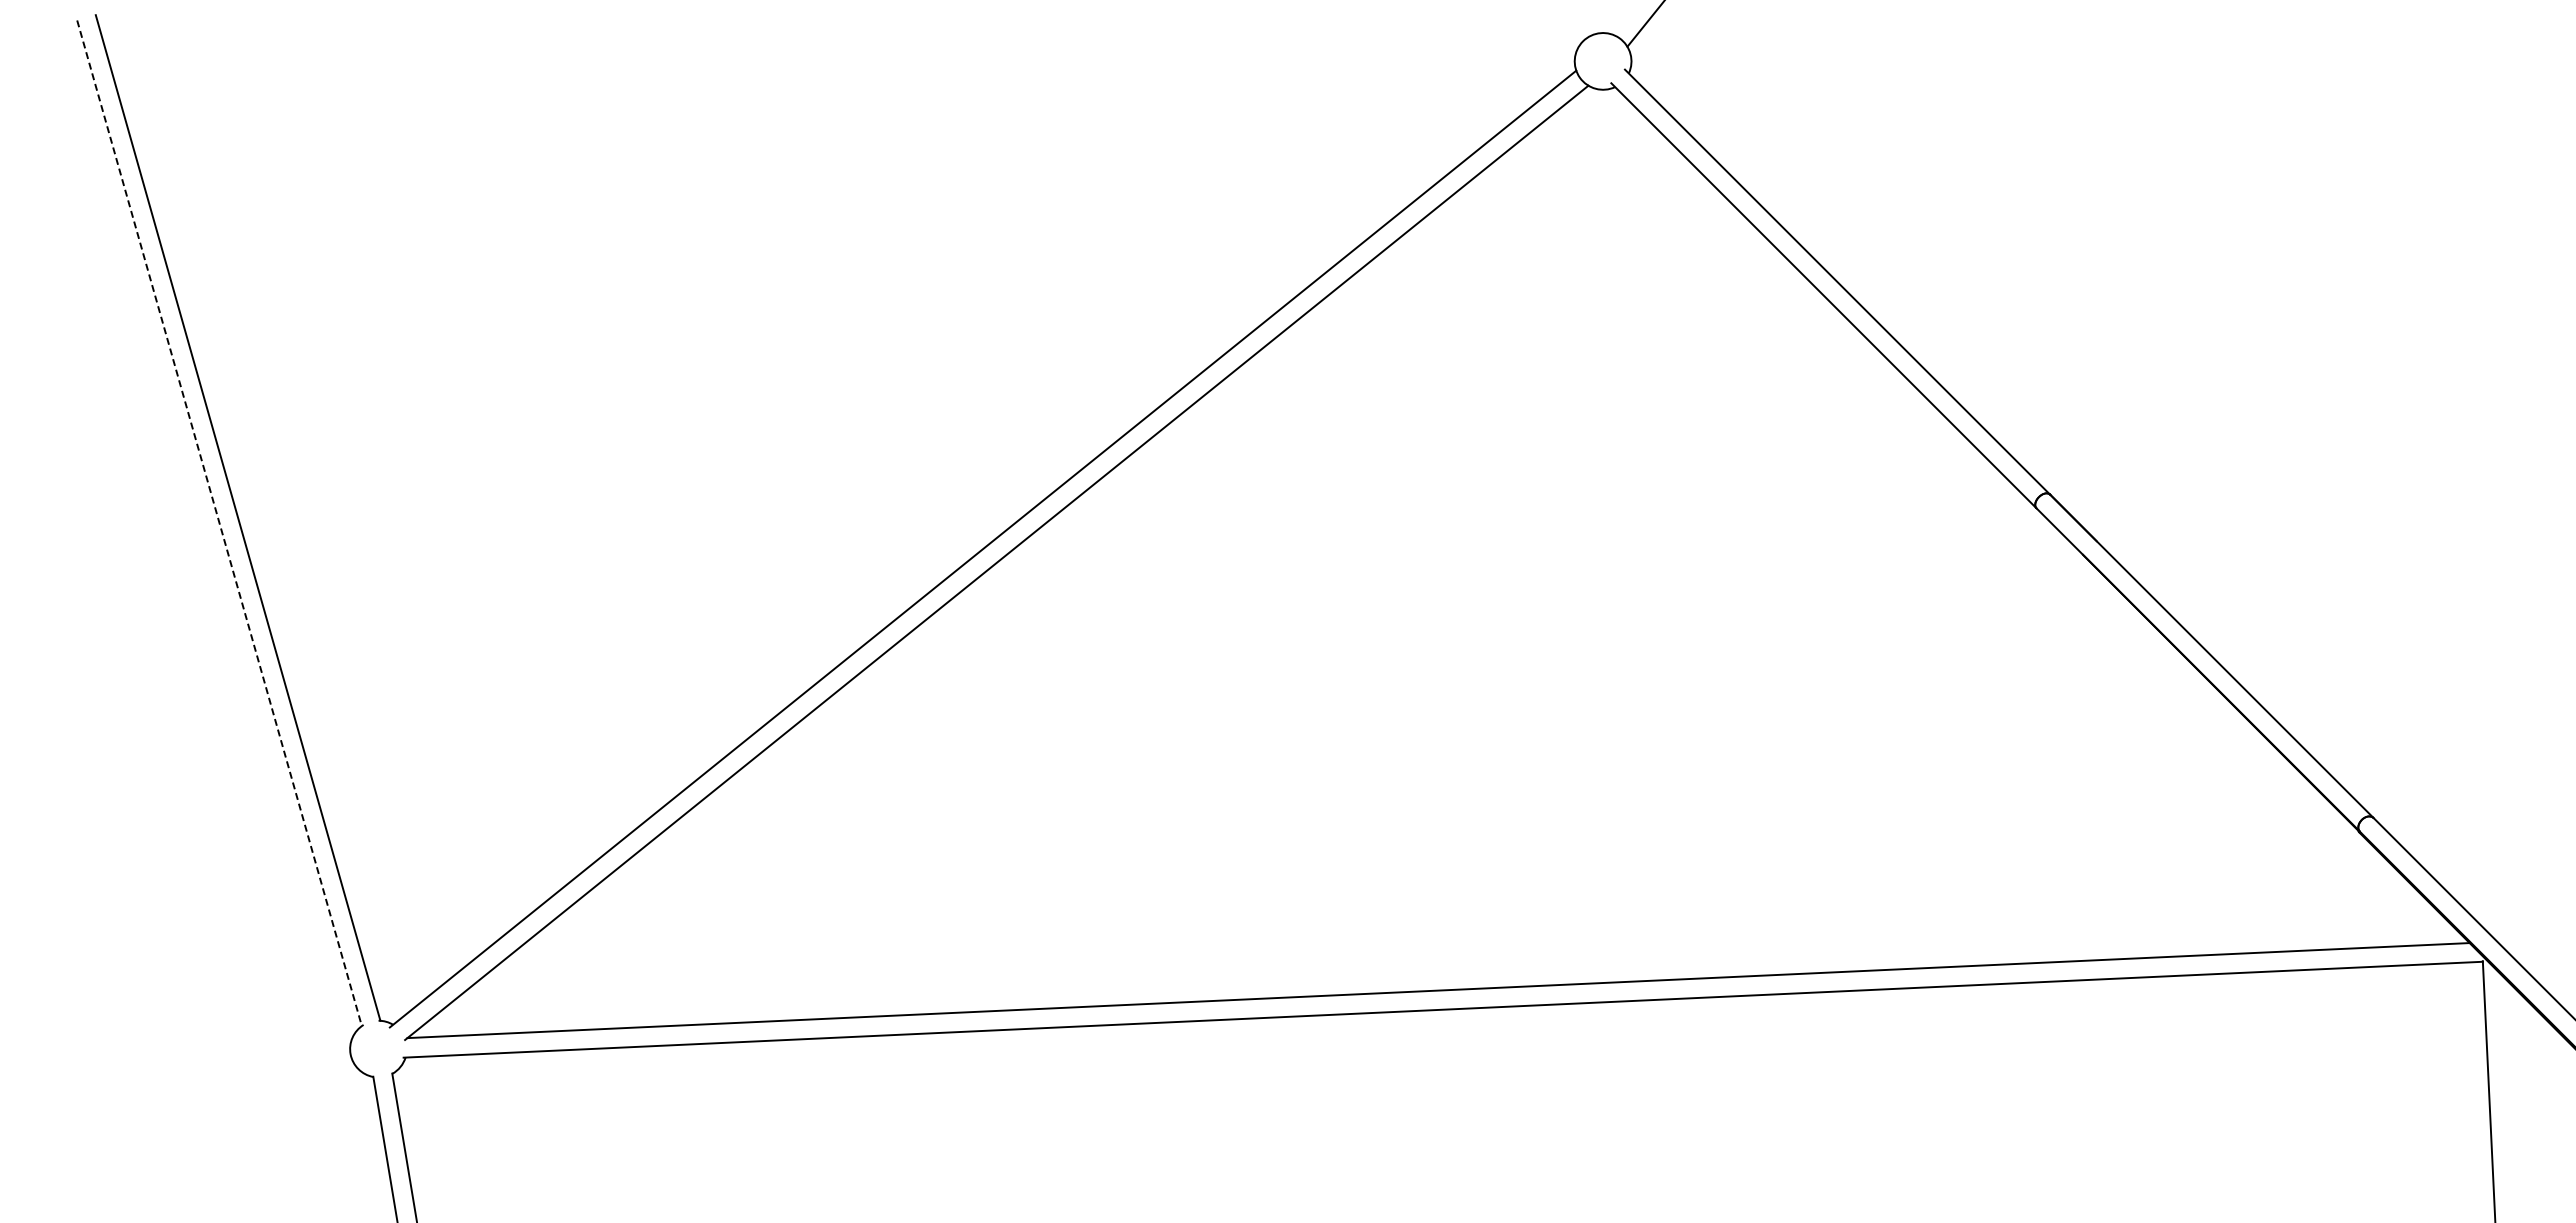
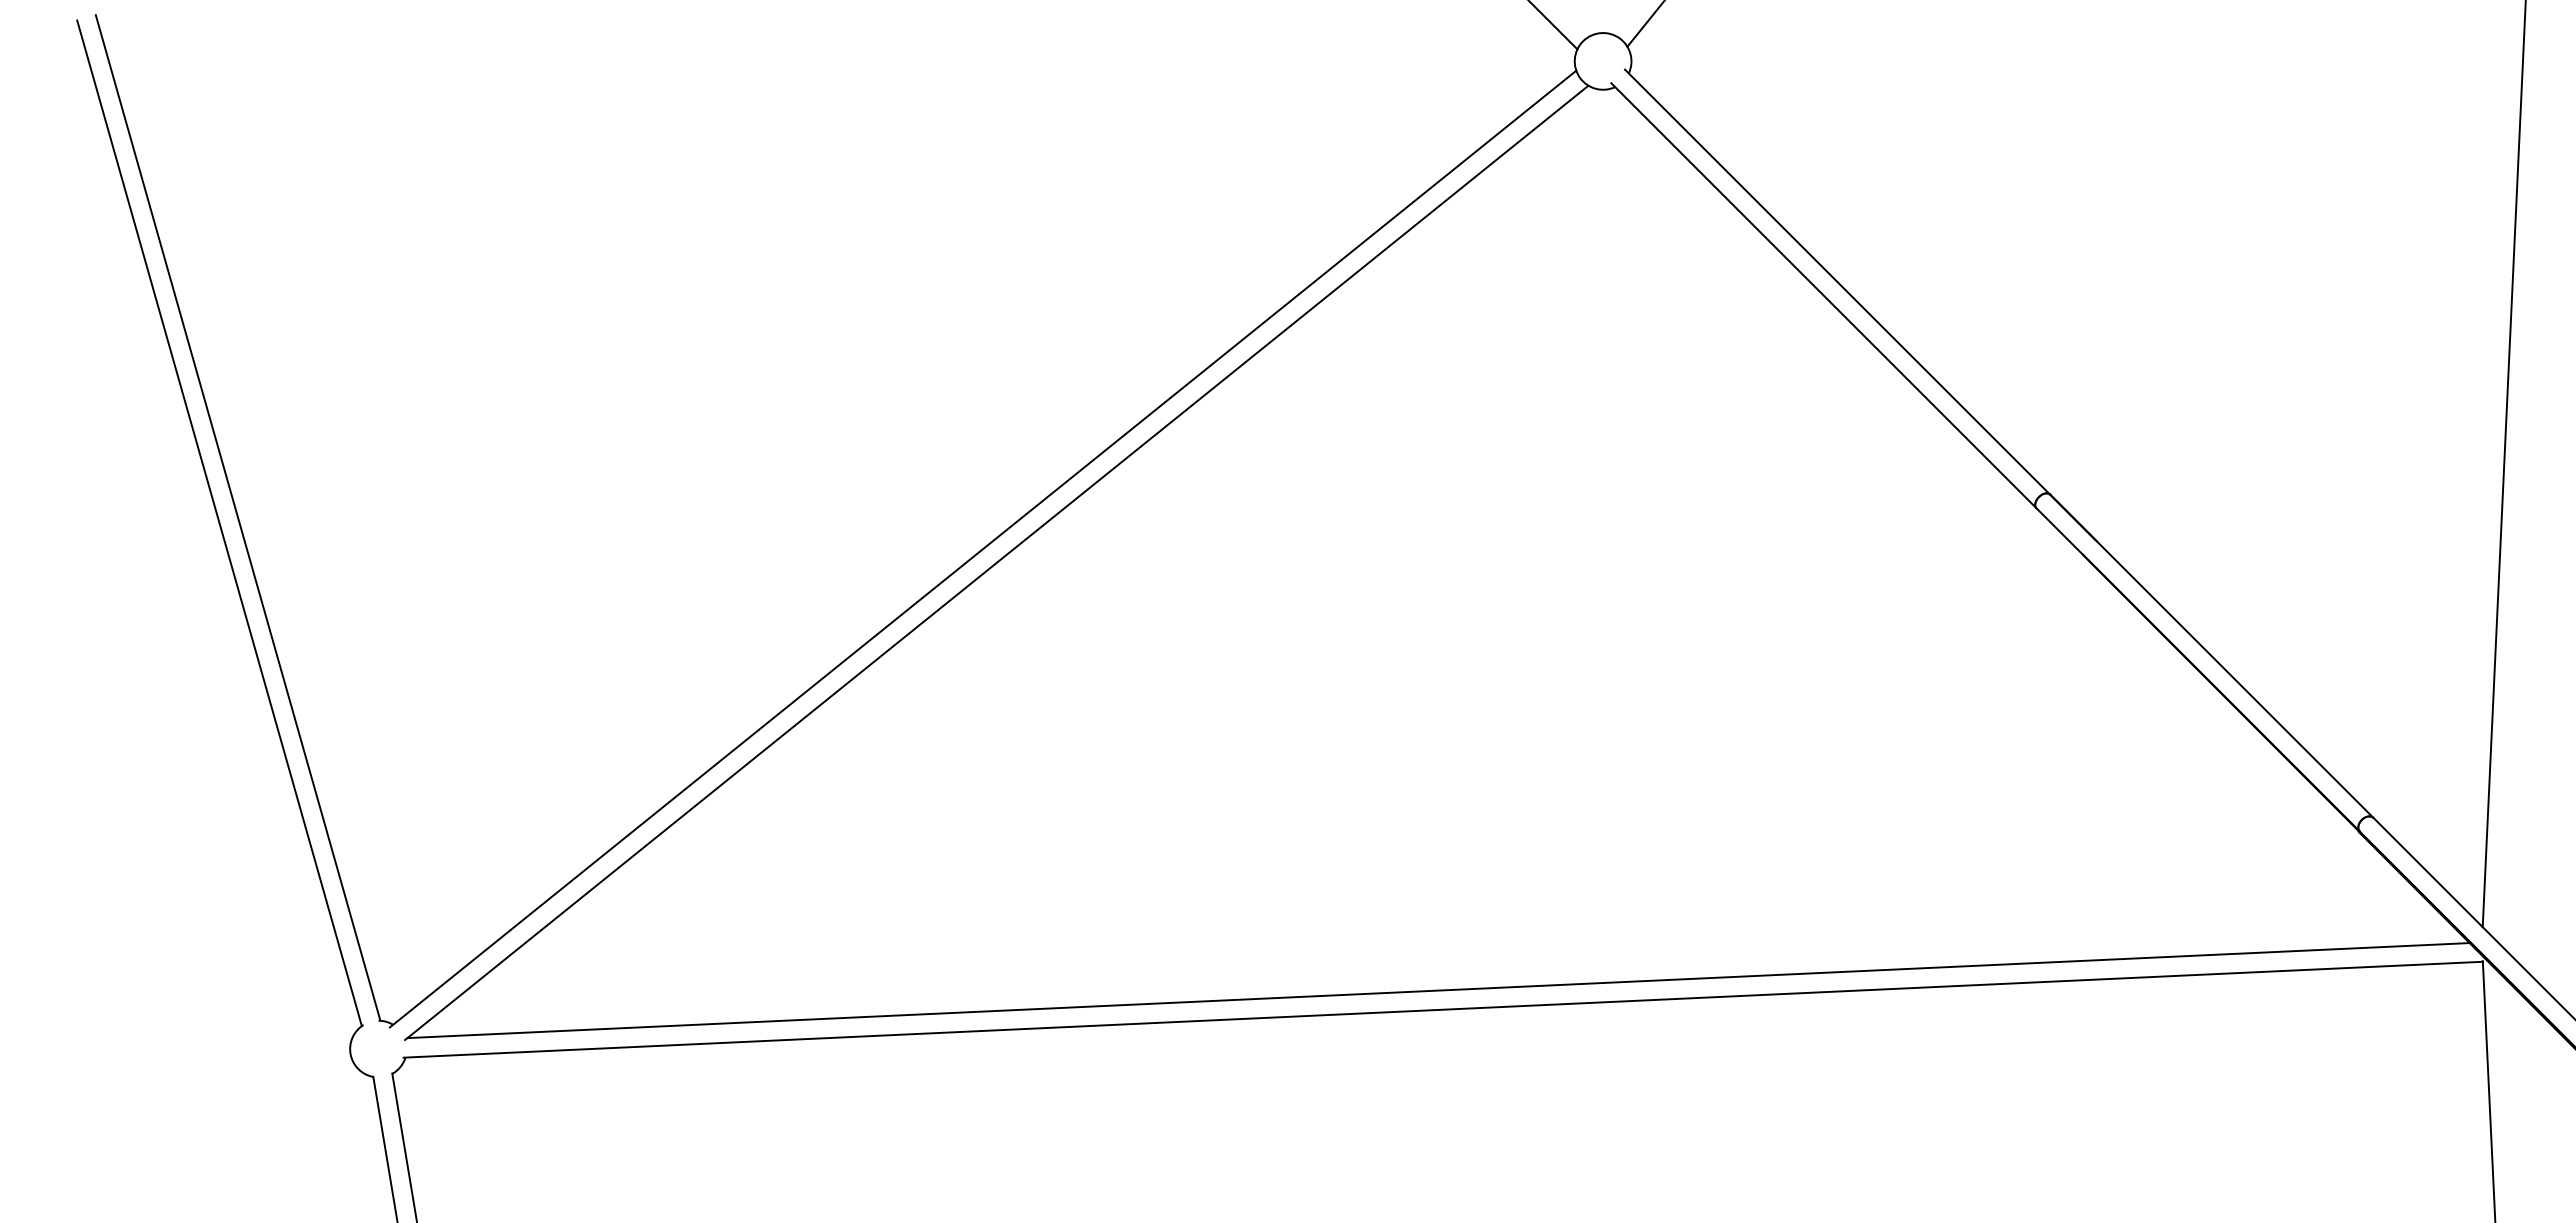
line at (1553, 25): none -> present
line at (2503, 464): none -> present
line at (219, 523): dashed -> solid
